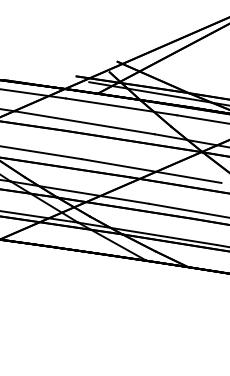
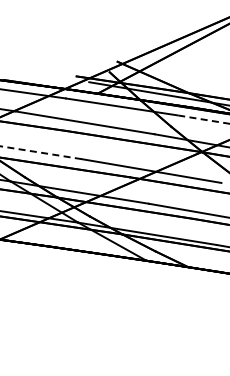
line at (202, 119): solid -> dashed
line at (41, 152): solid -> dashed
